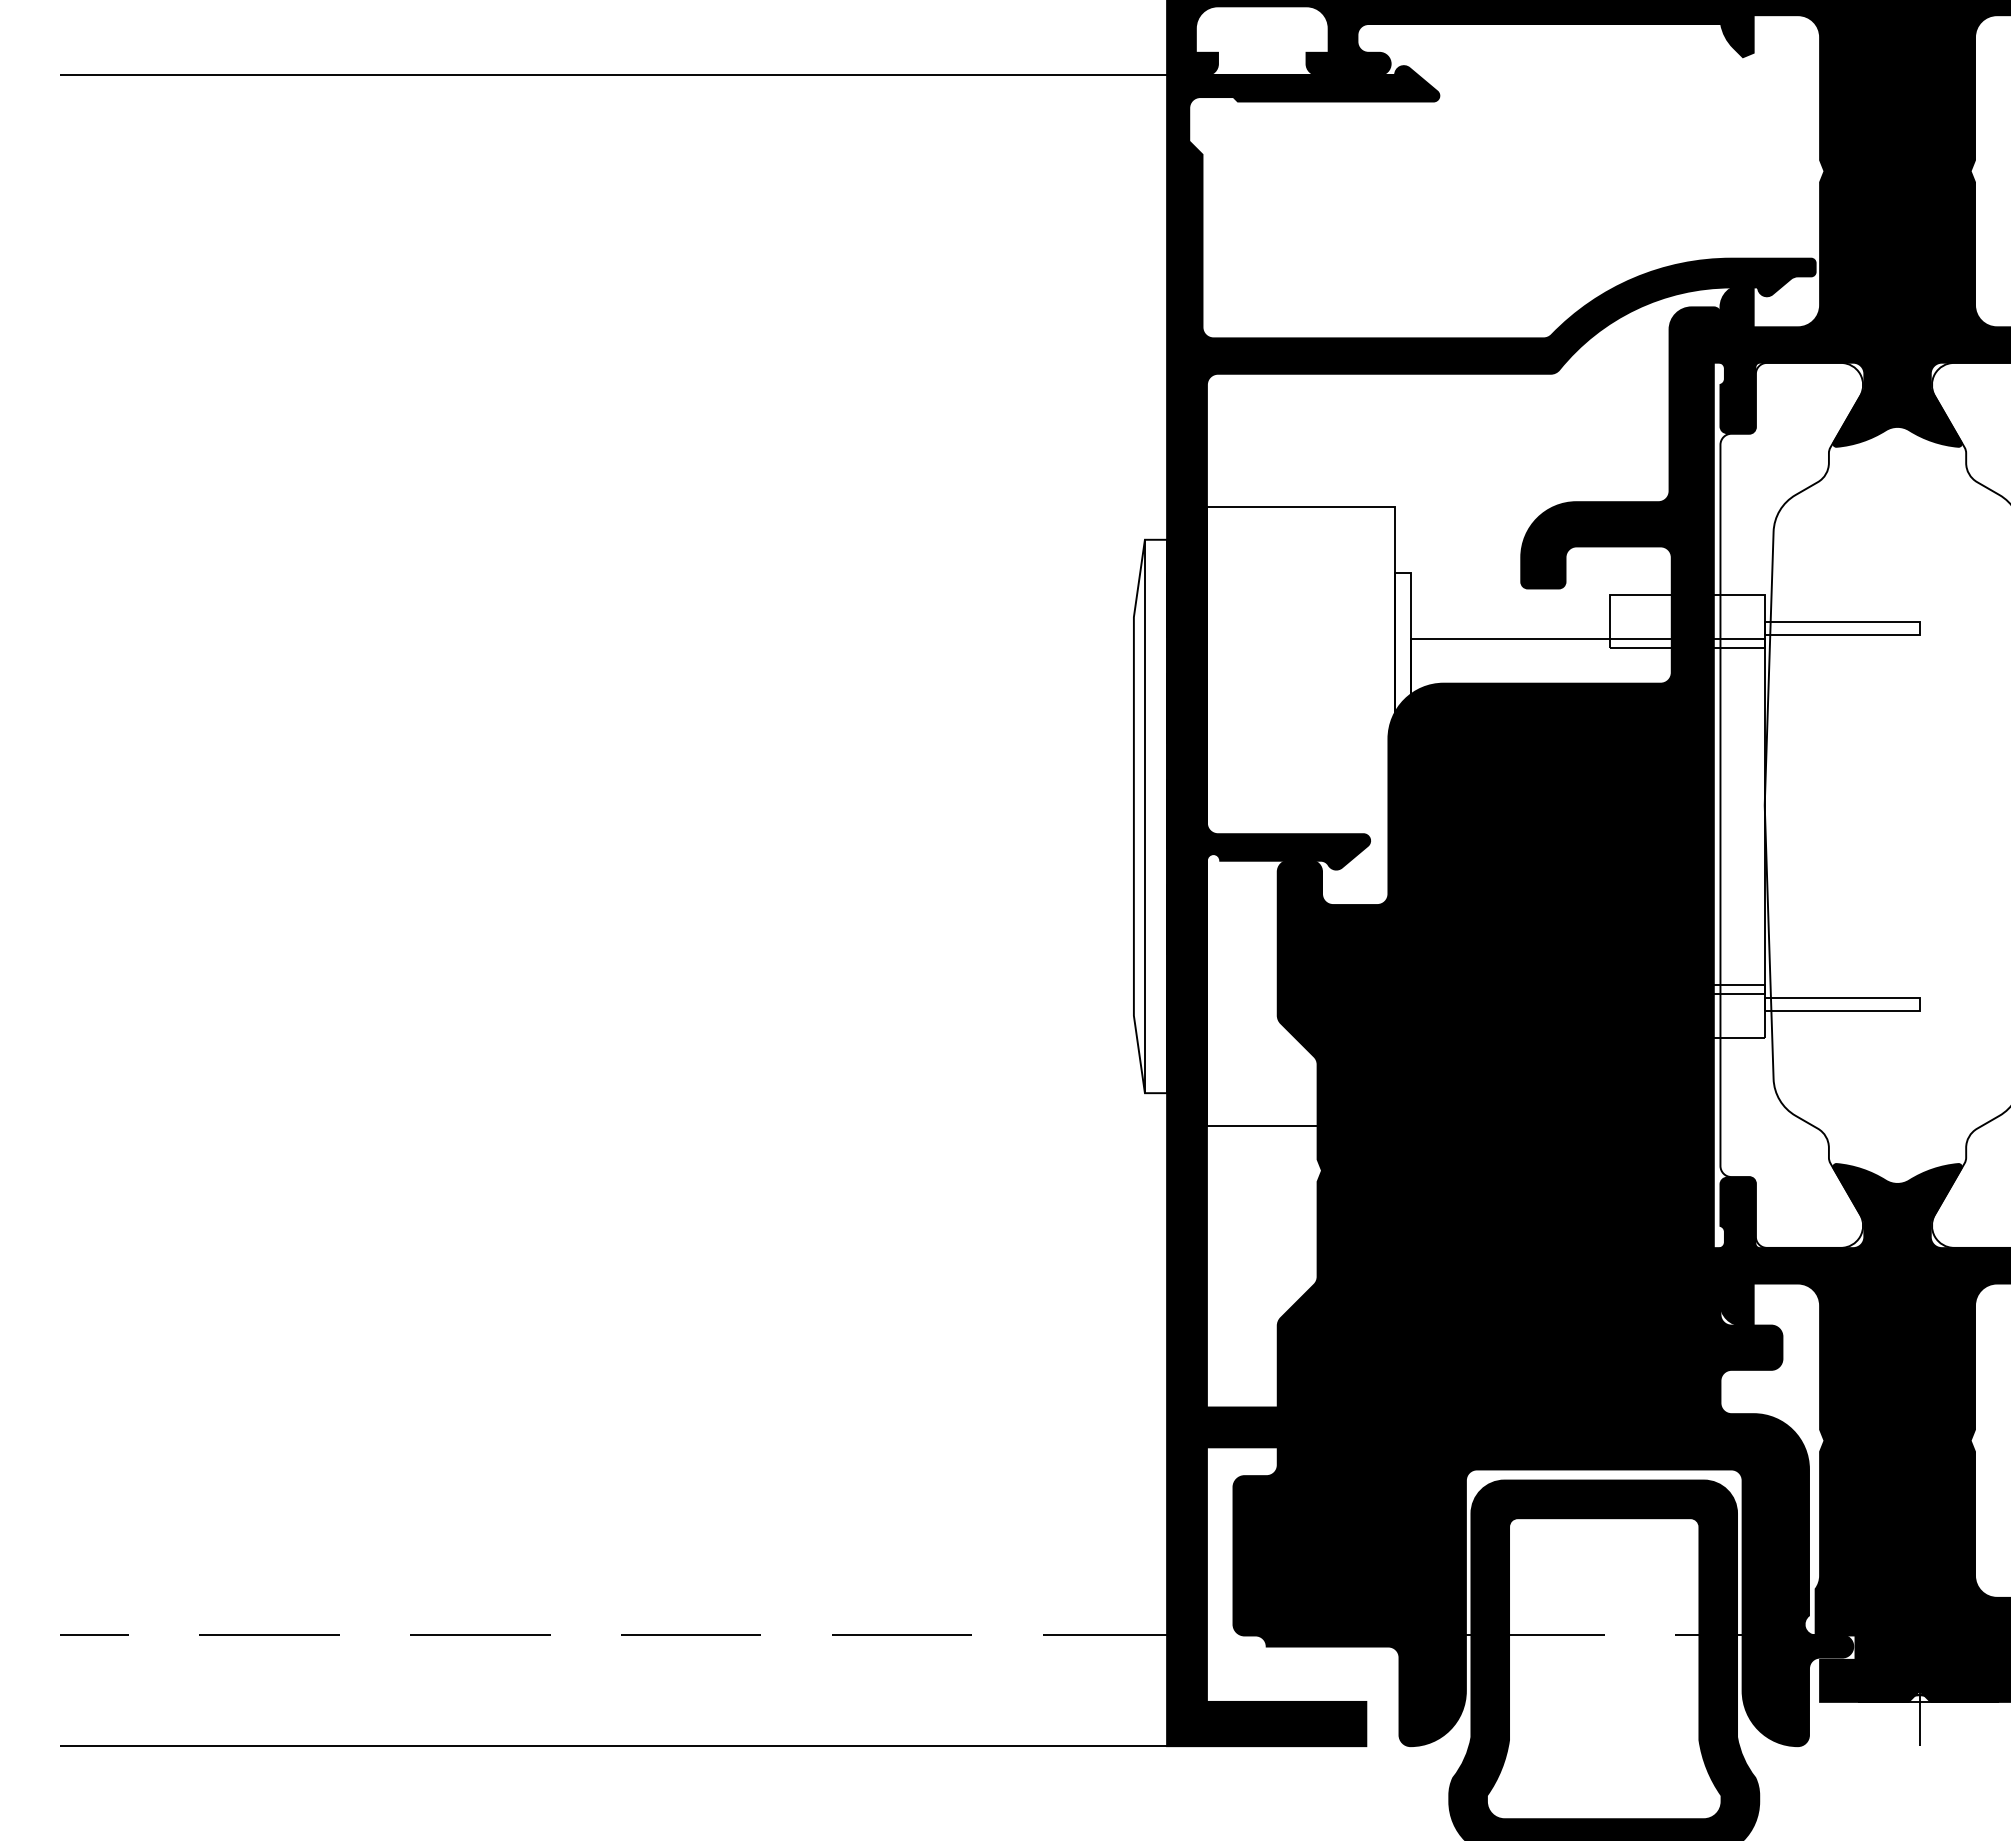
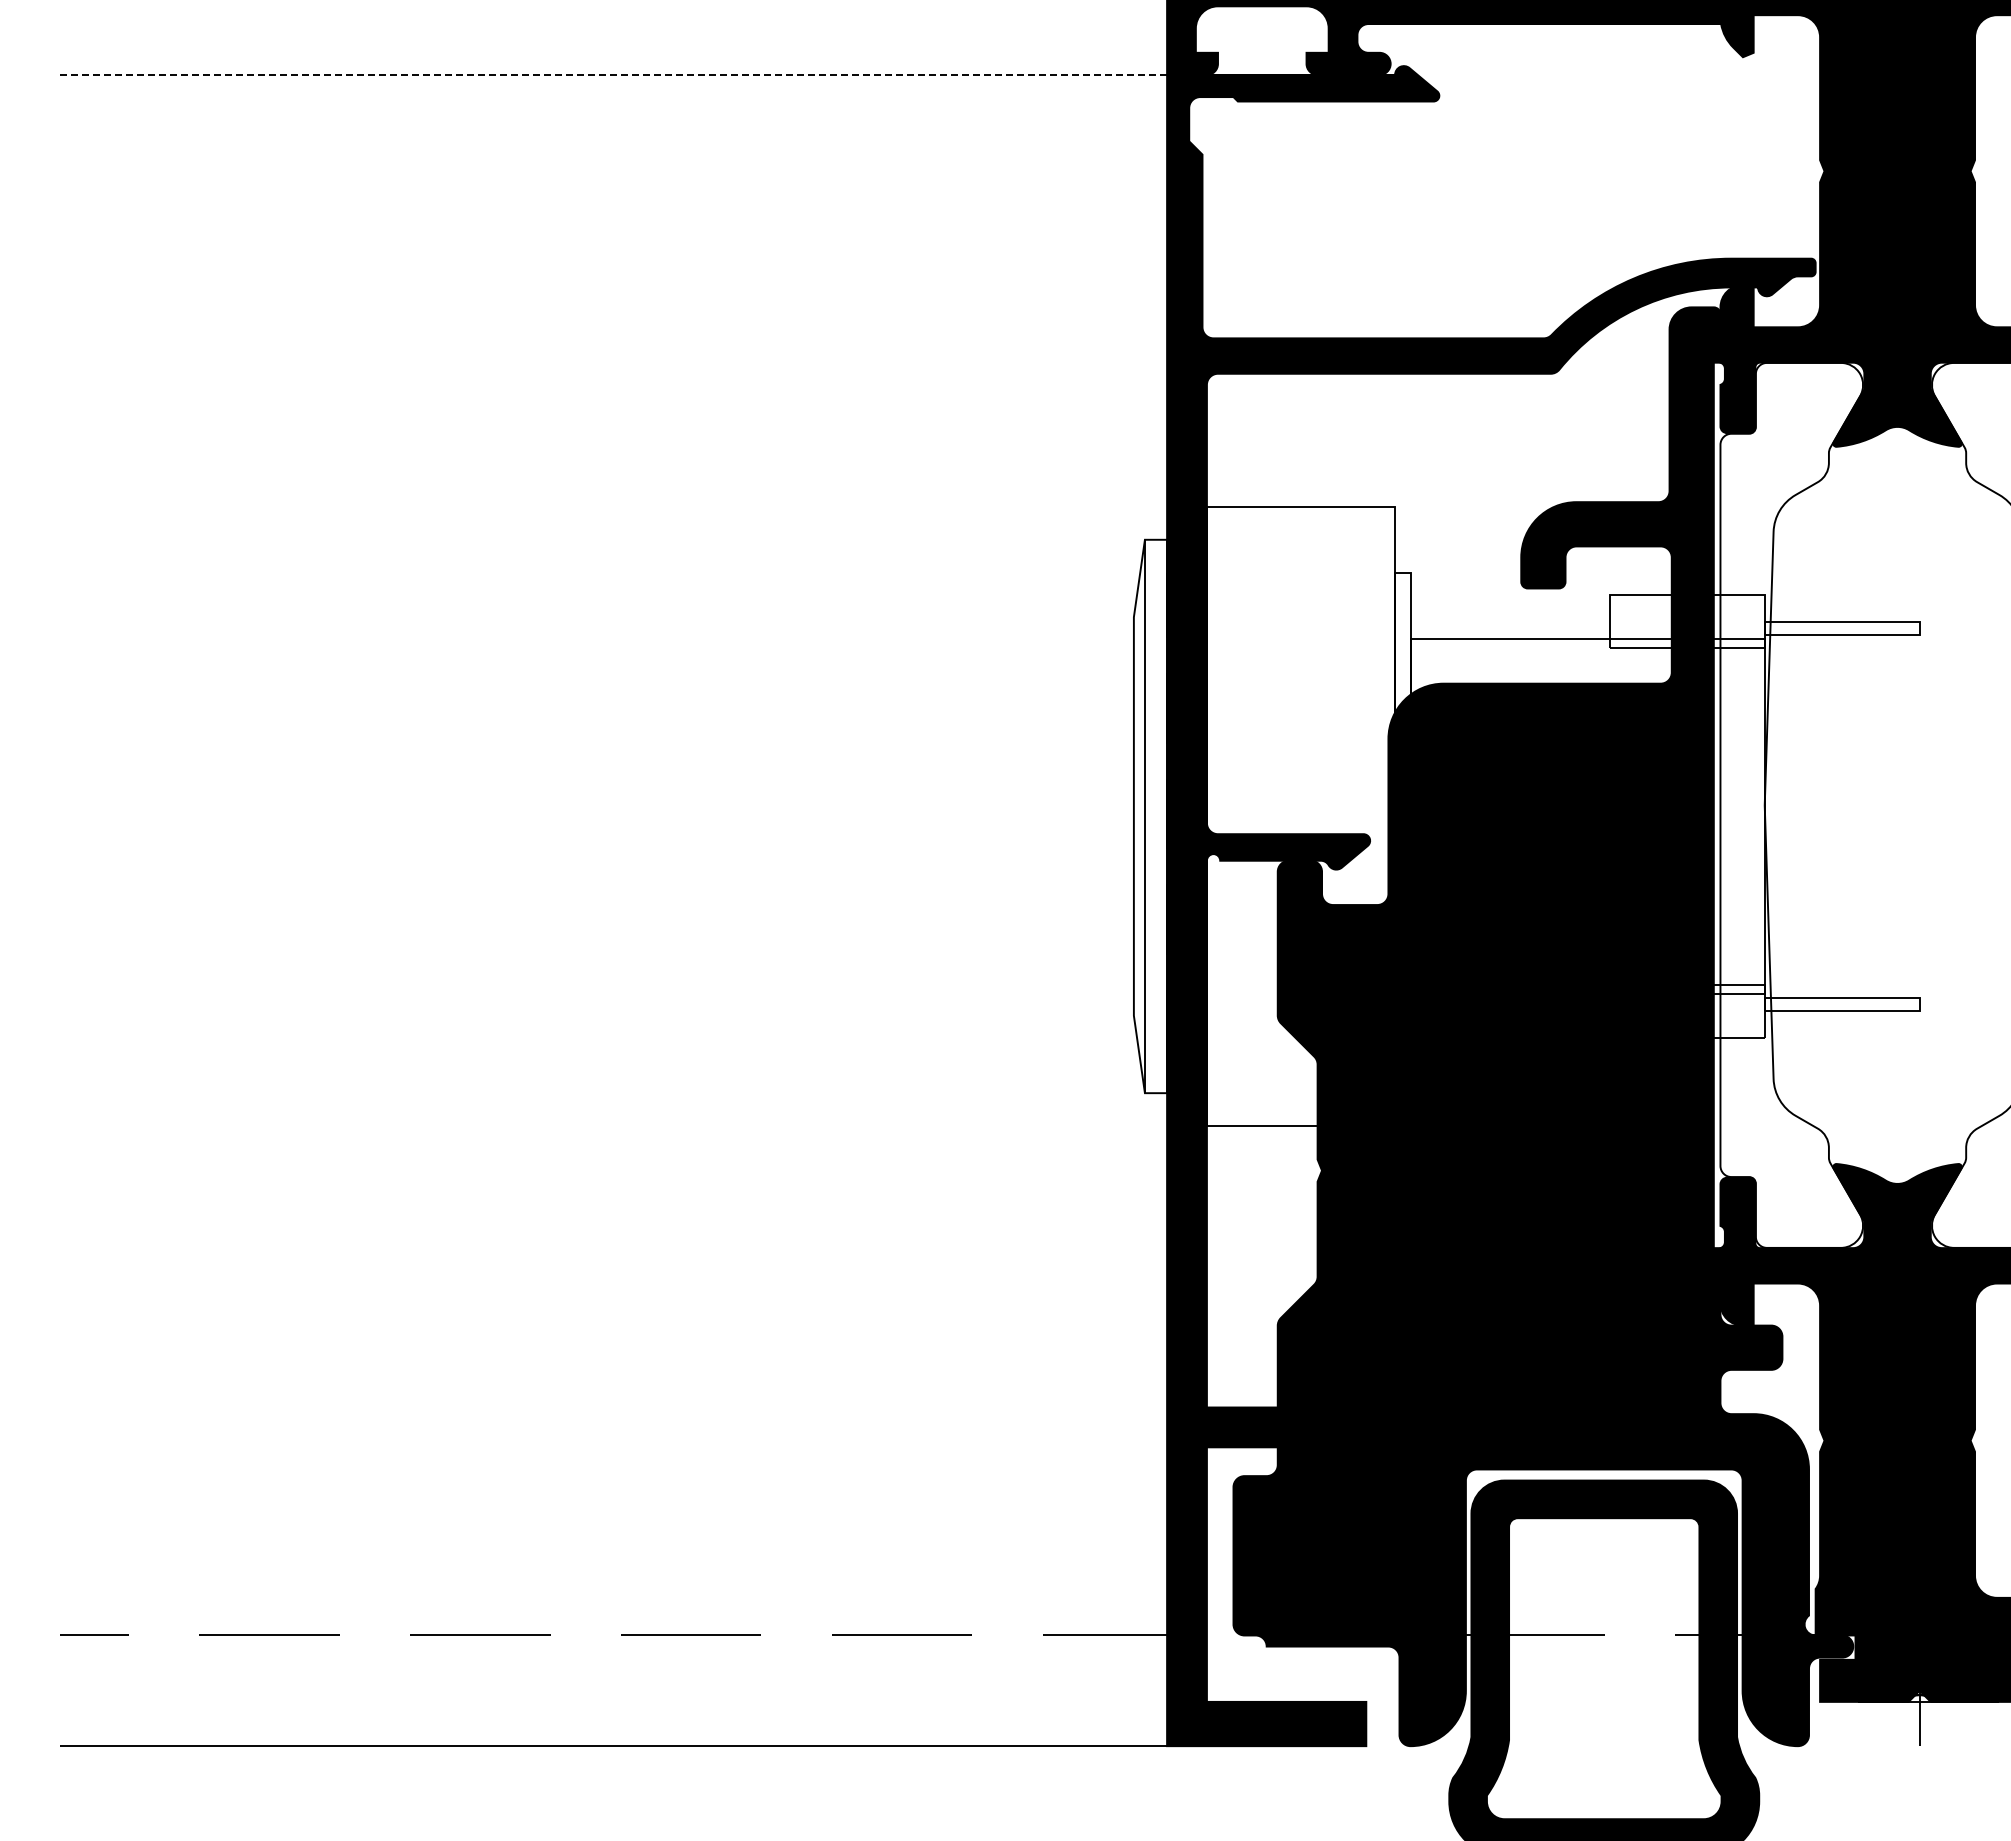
line at (613, 74): solid -> dashed
